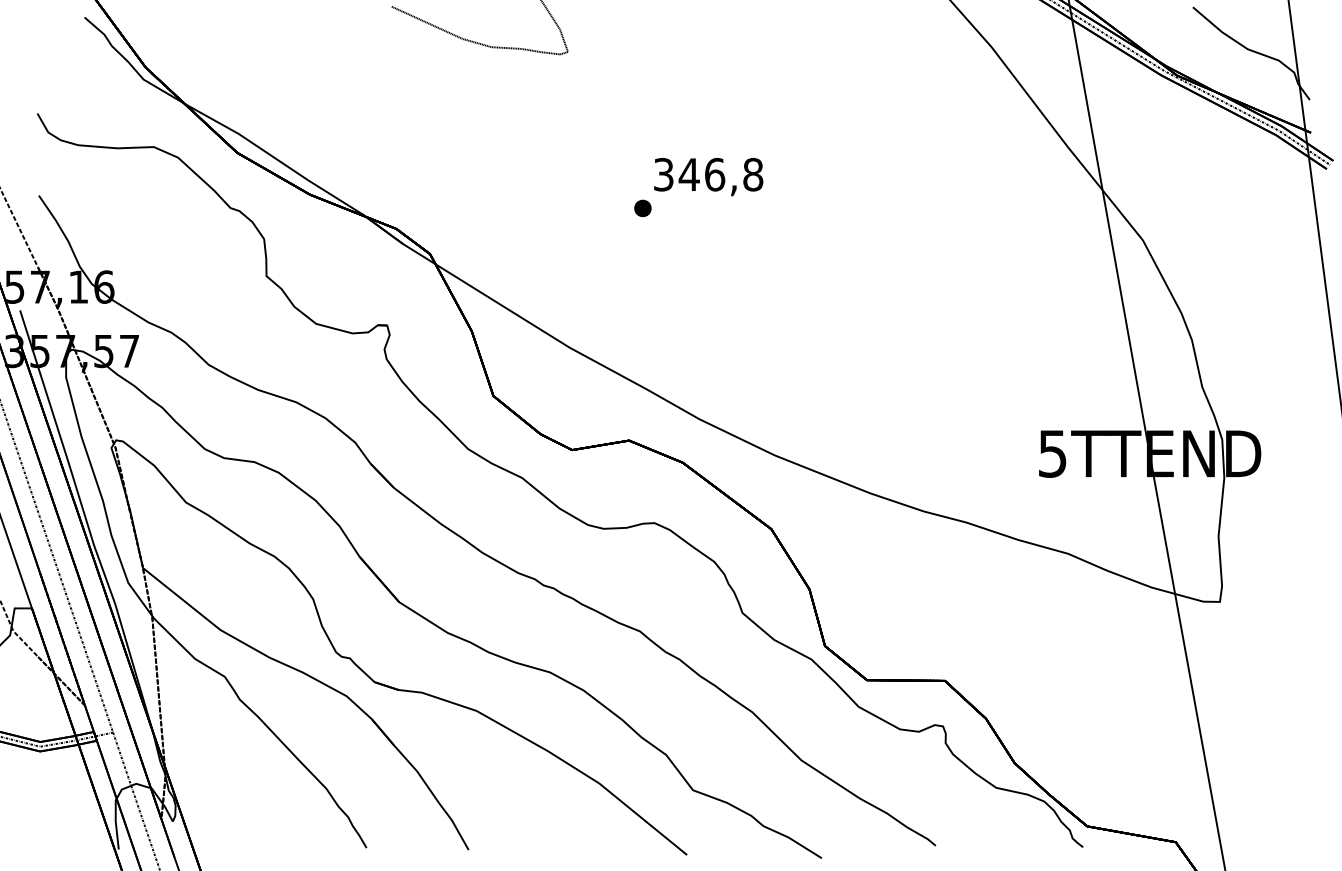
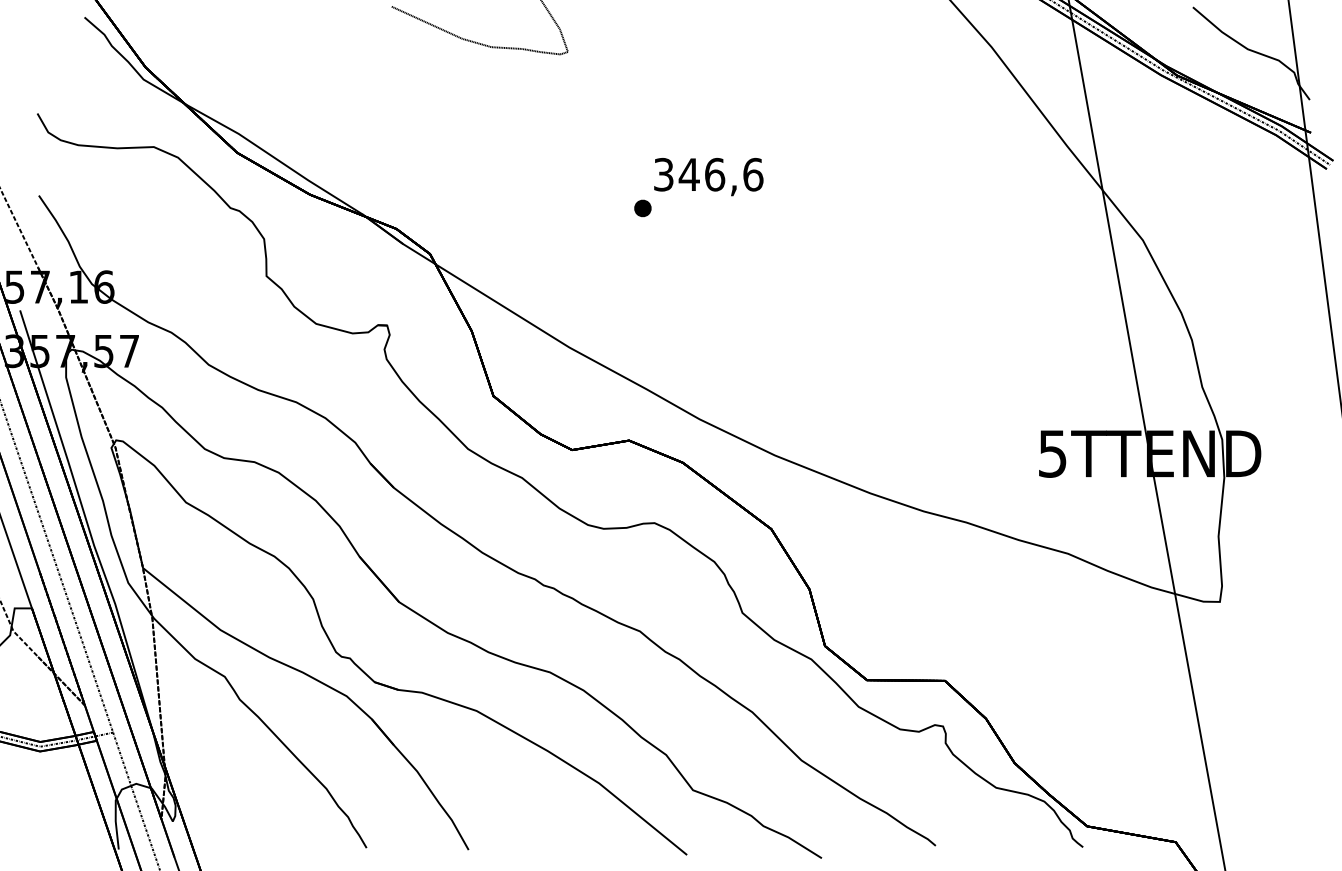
text at (753, 174): 346,8 -> 346,6
